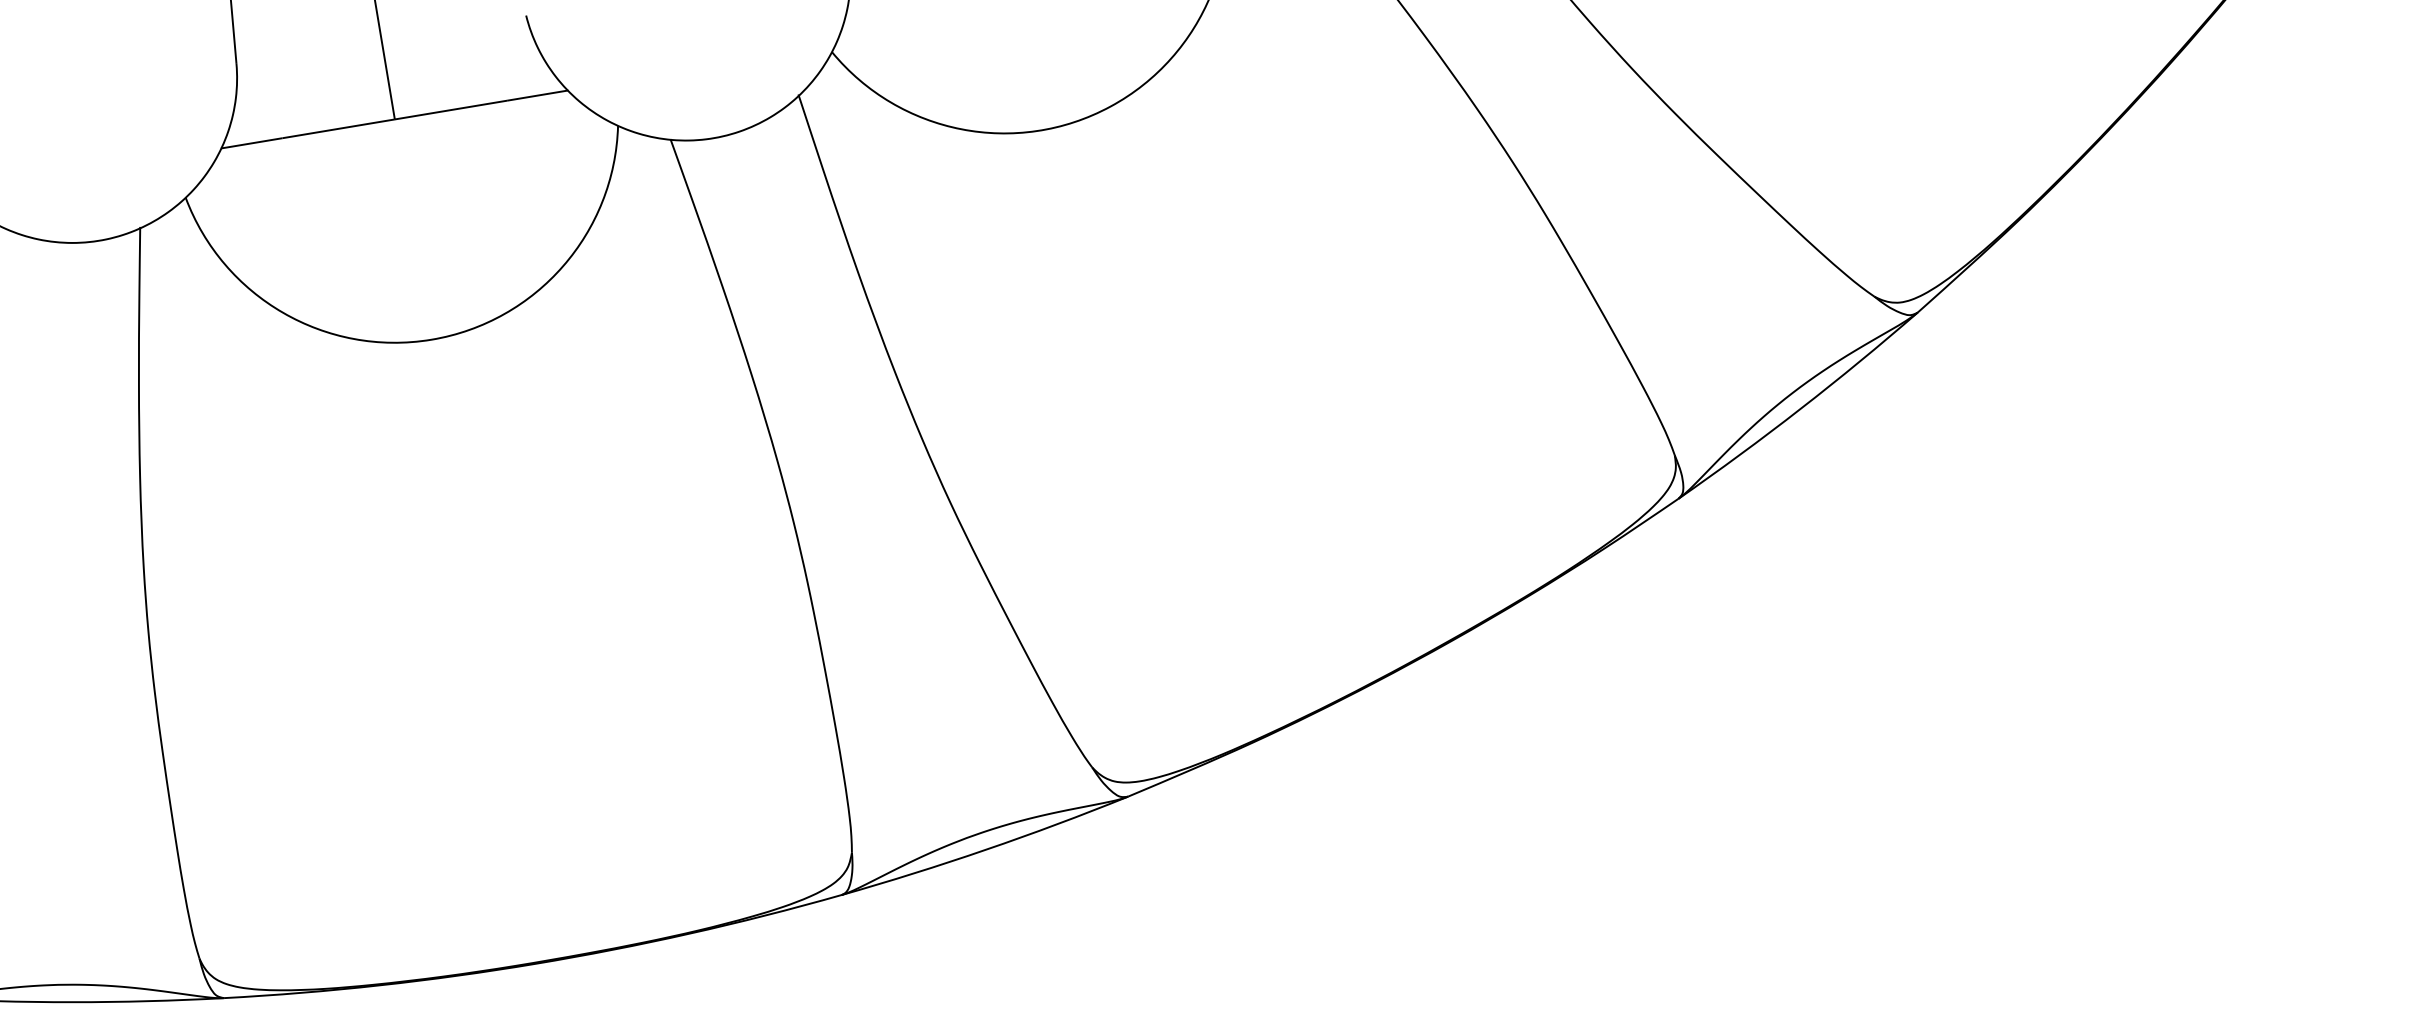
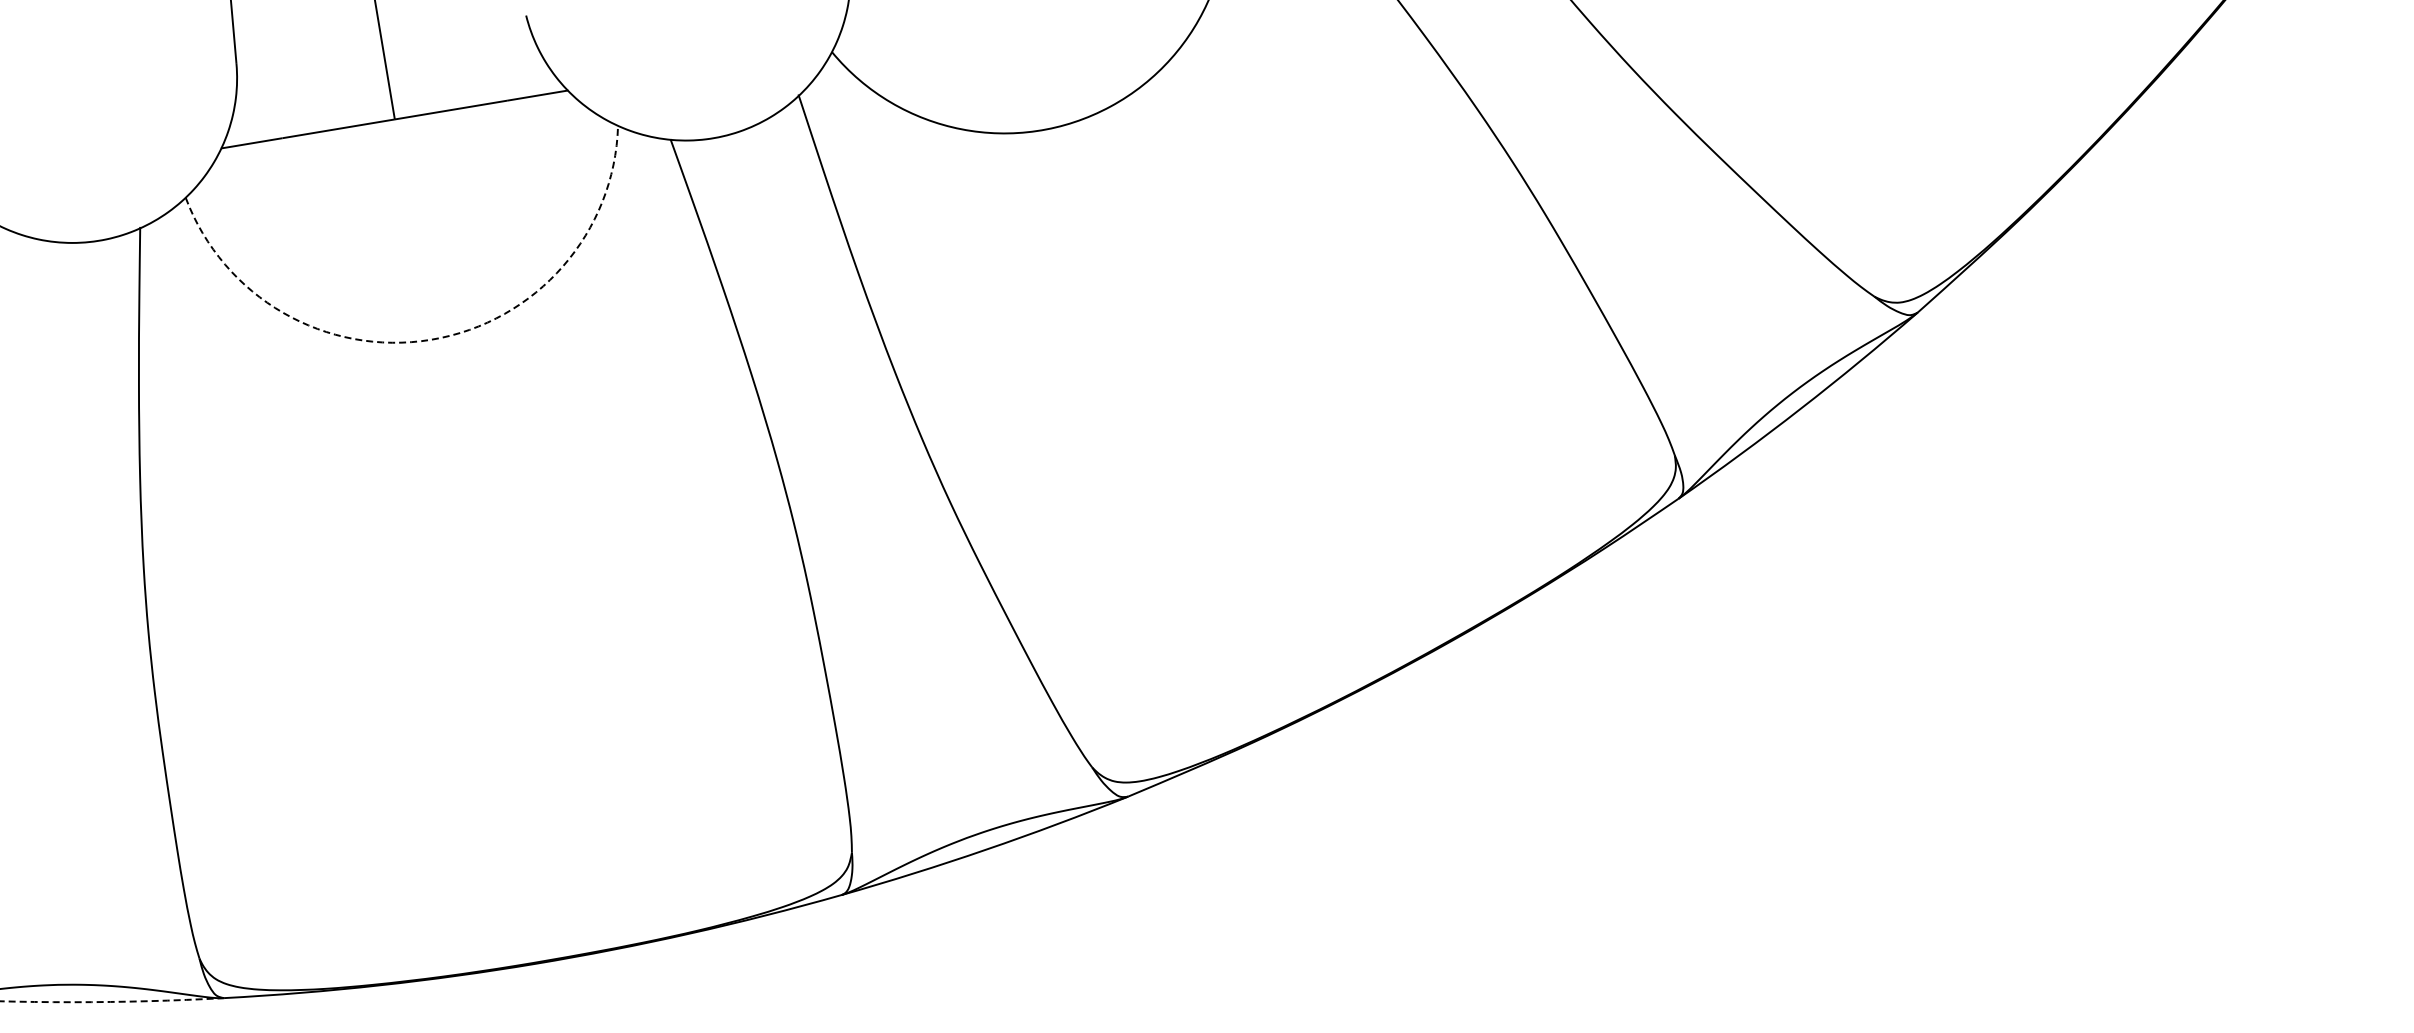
arc at (431, 339): solid -> dashed
arc at (112, 1001): solid -> dashed
